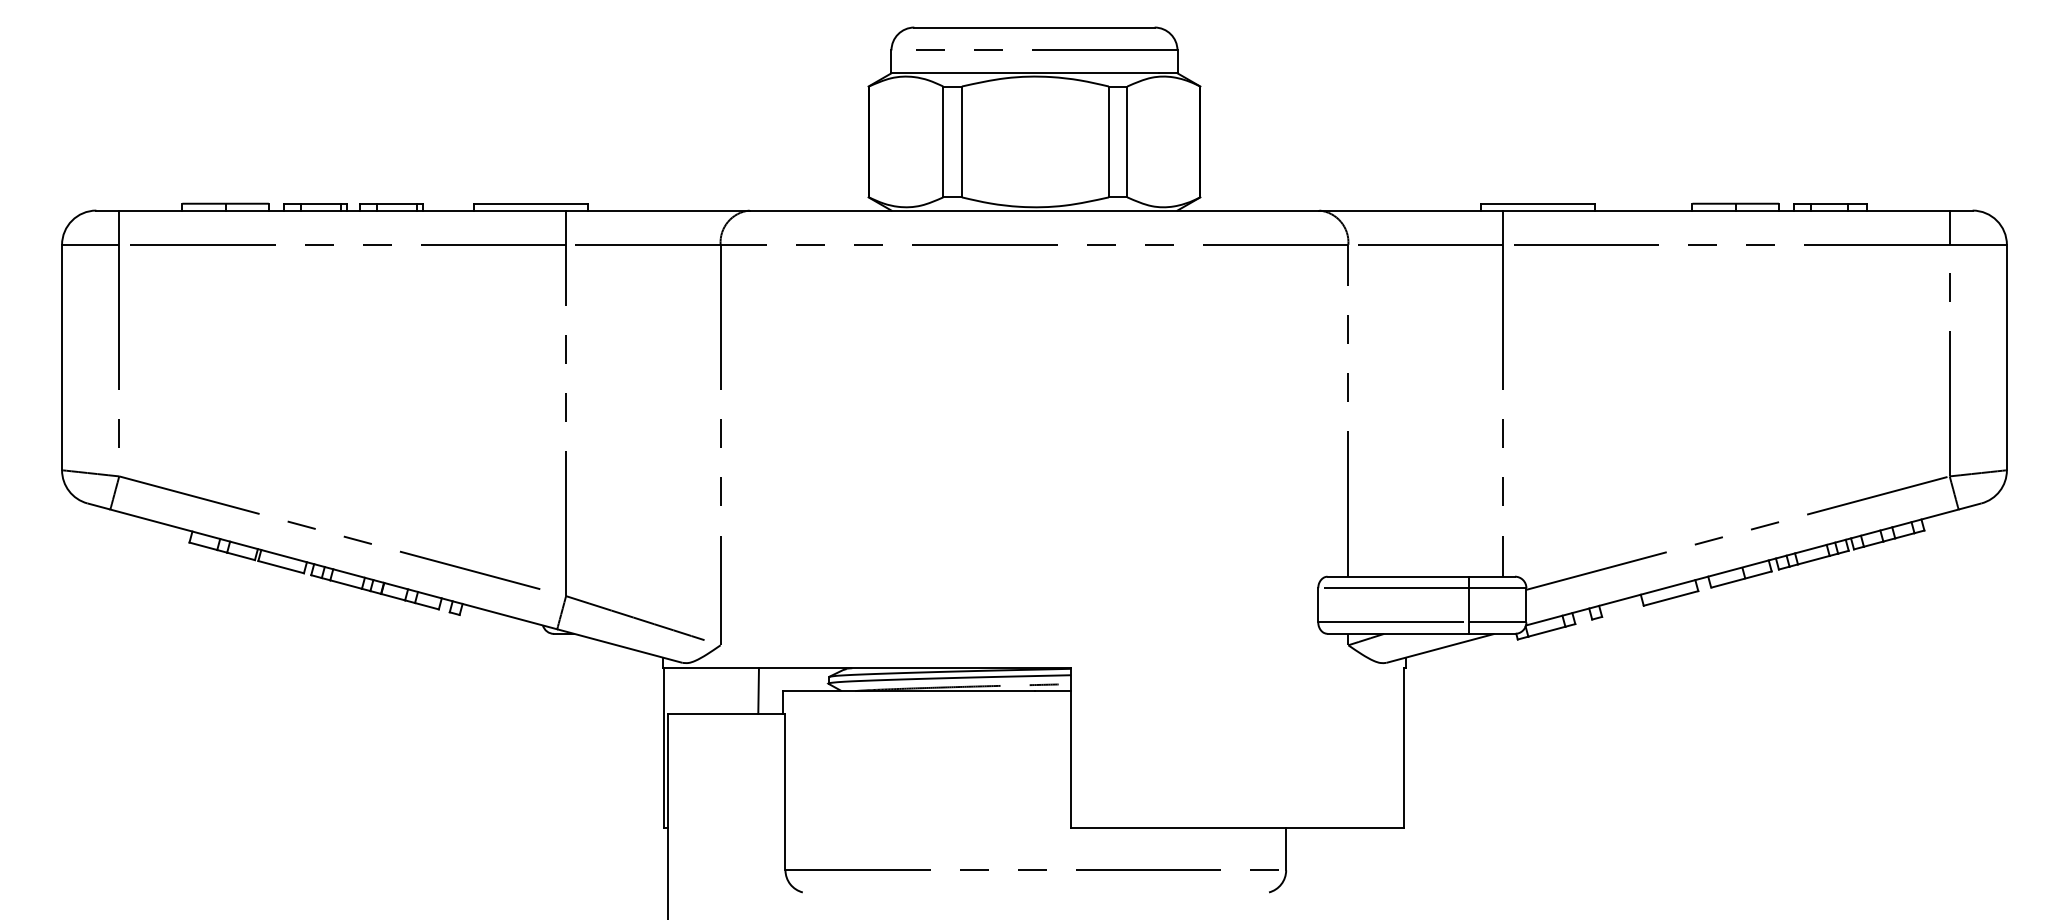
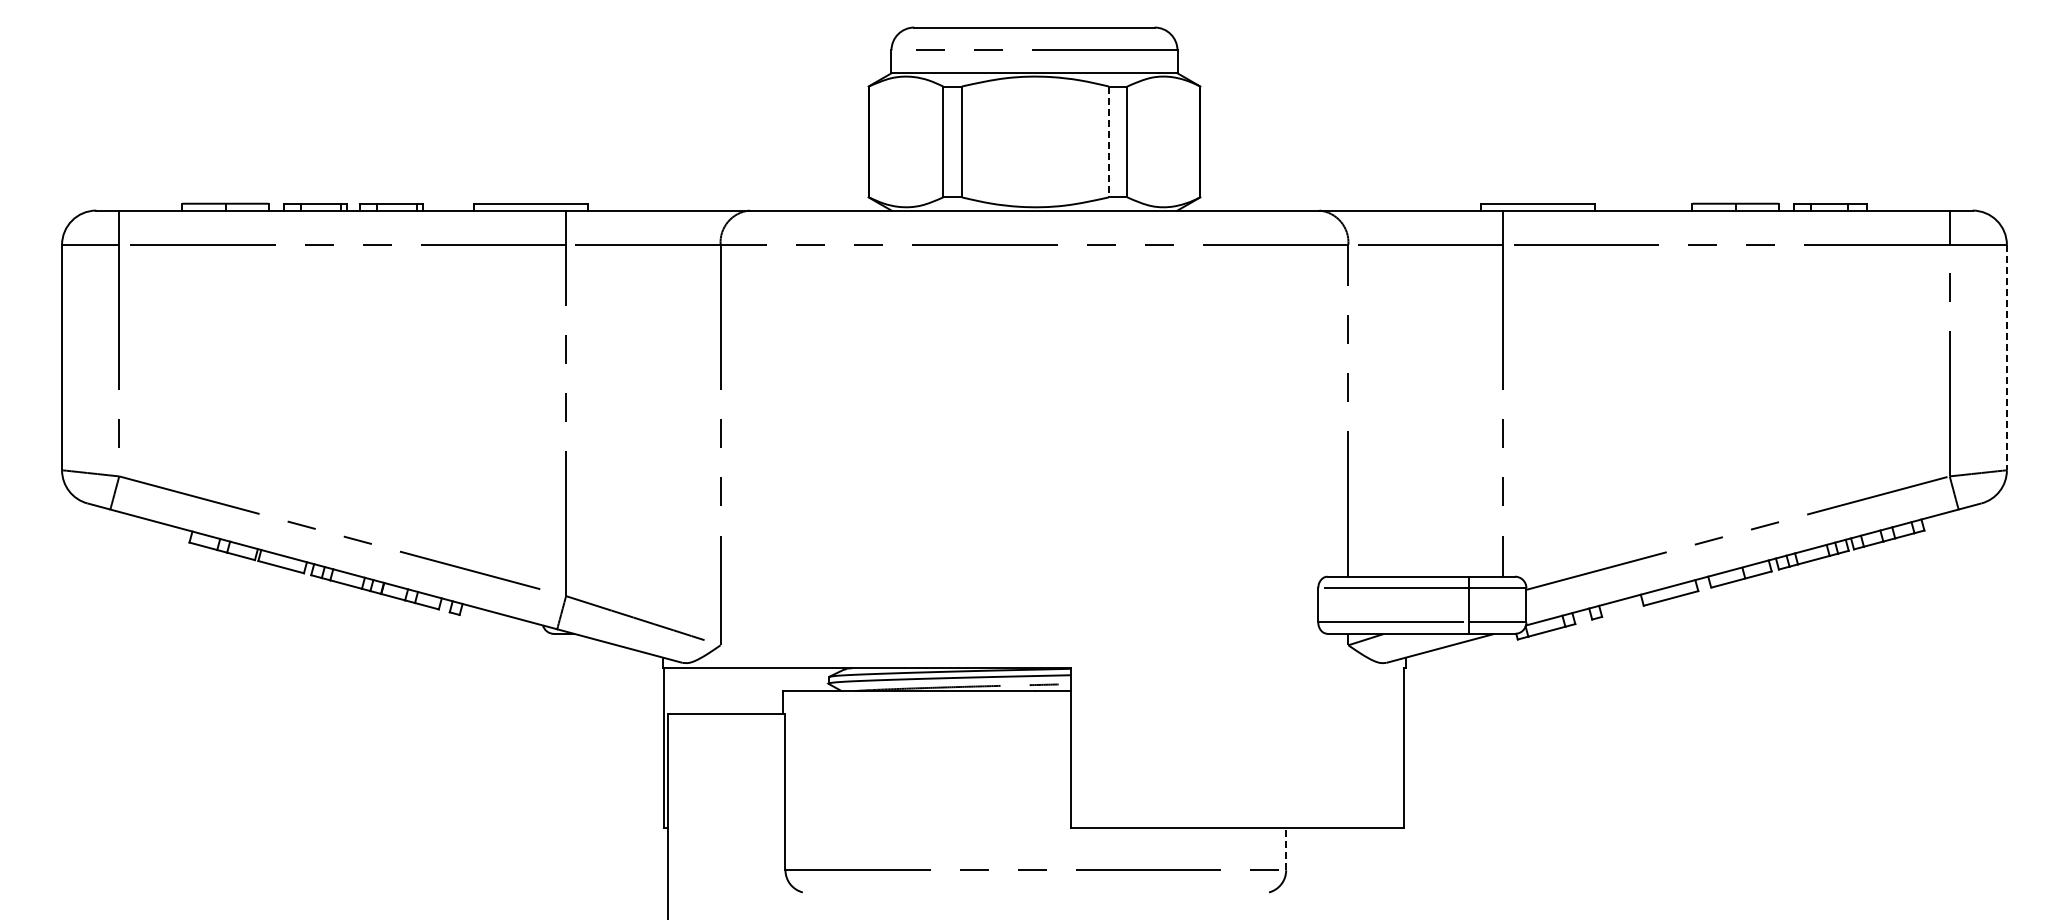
line at (1108, 142): solid -> dashed
line at (2006, 357): solid -> dashed
line at (758, 690): present -> none
line at (1286, 849): solid -> dashed
